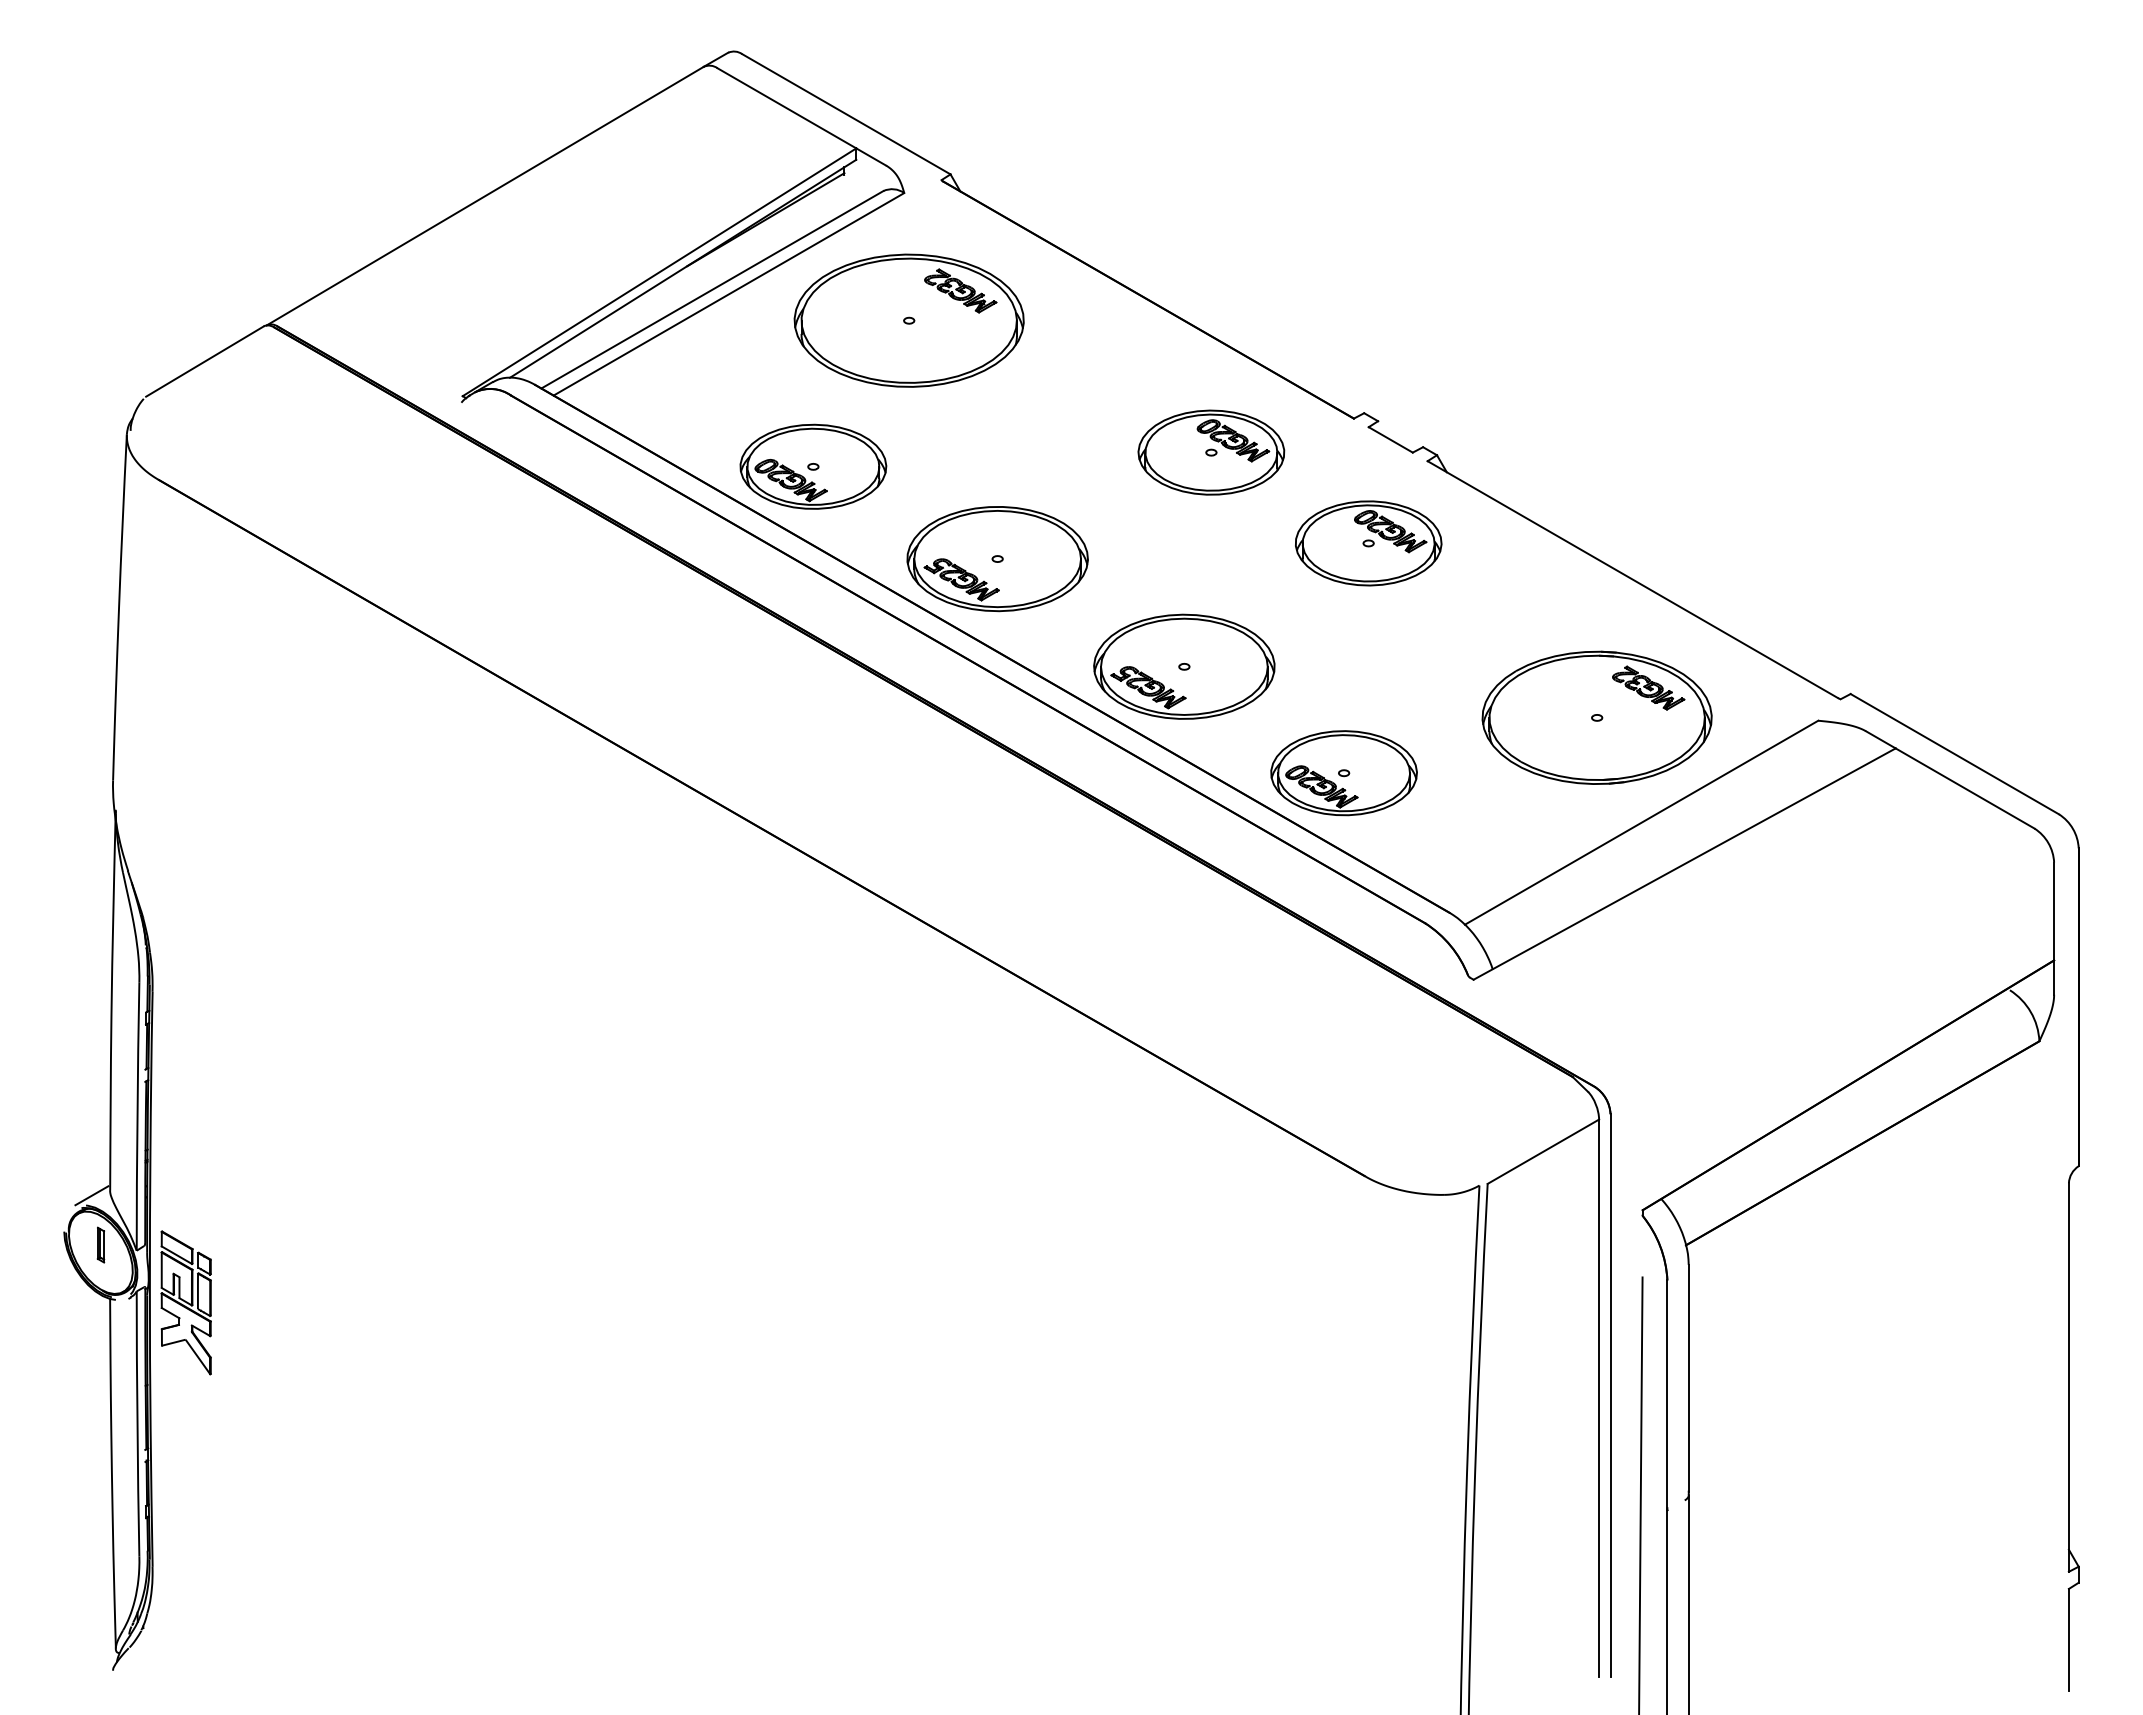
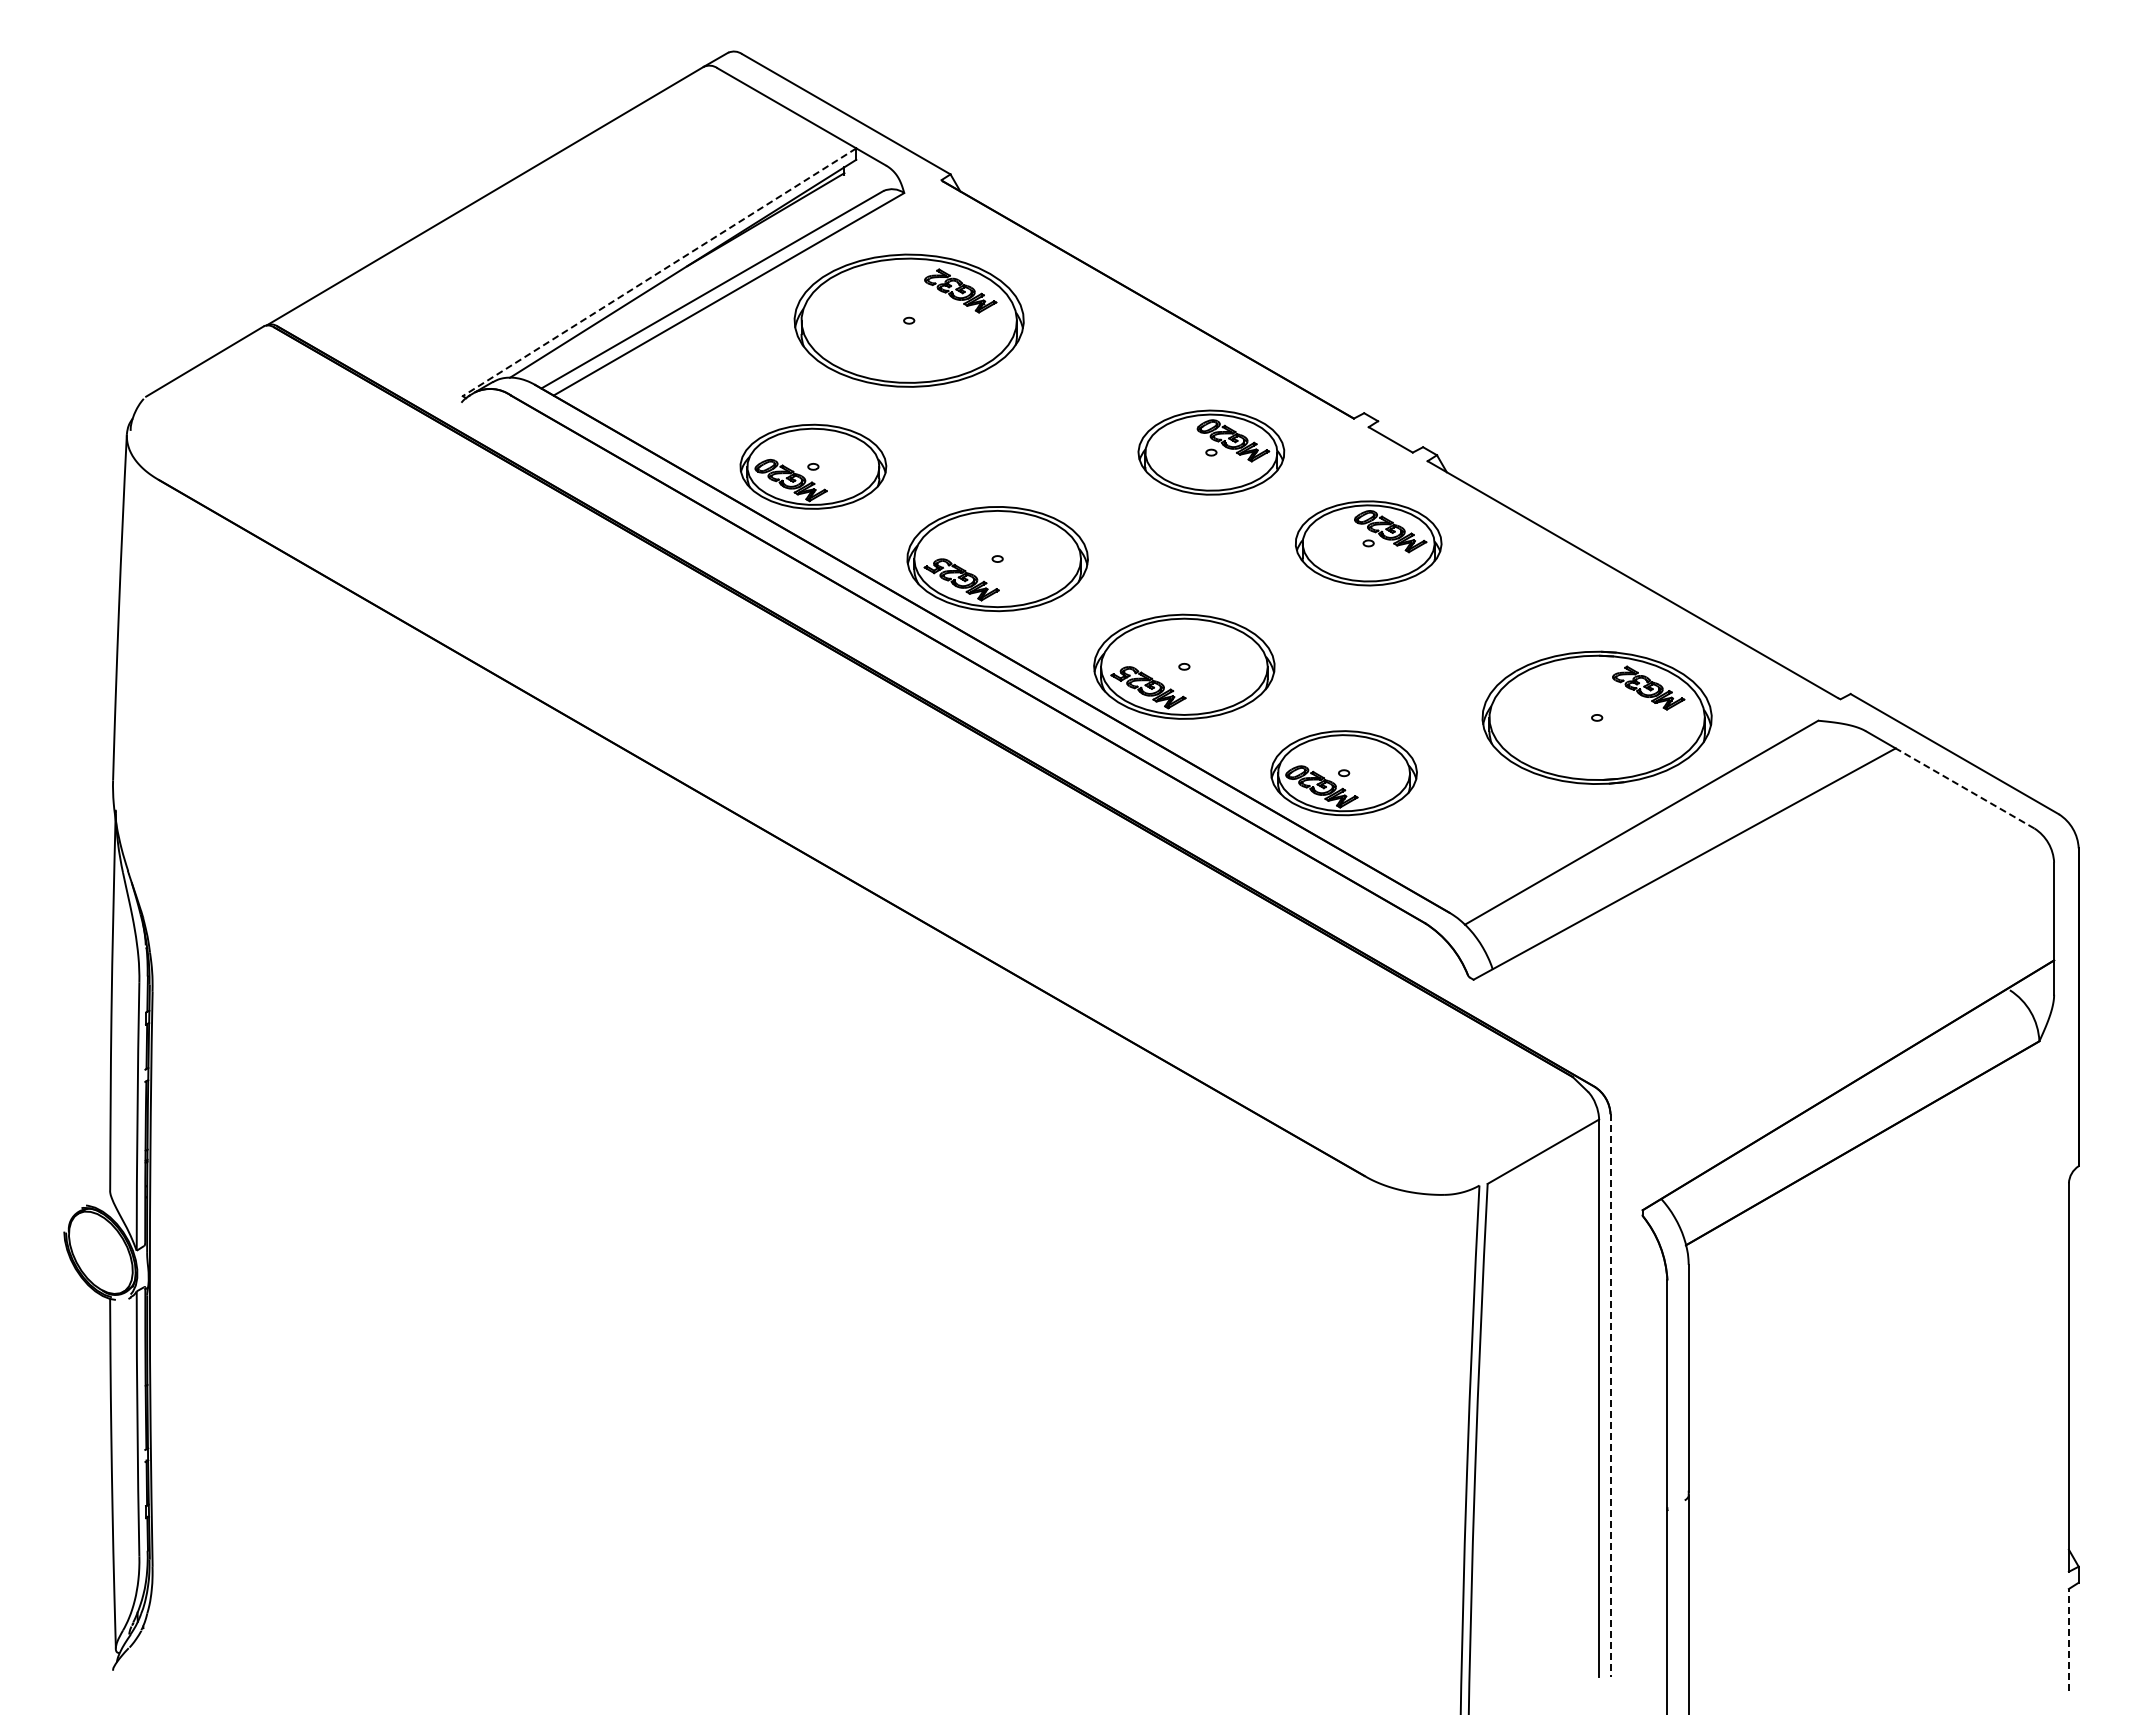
line at (659, 272): solid -> dashed
line at (1964, 788): solid -> dashed
line at (91, 1195): present -> none
part at (100, 1244): present -> none
part at (185, 1302): present -> none
line at (1610, 1396): solid -> dashed
line at (1640, 1494): present -> none
line at (2068, 1639): solid -> dashed
